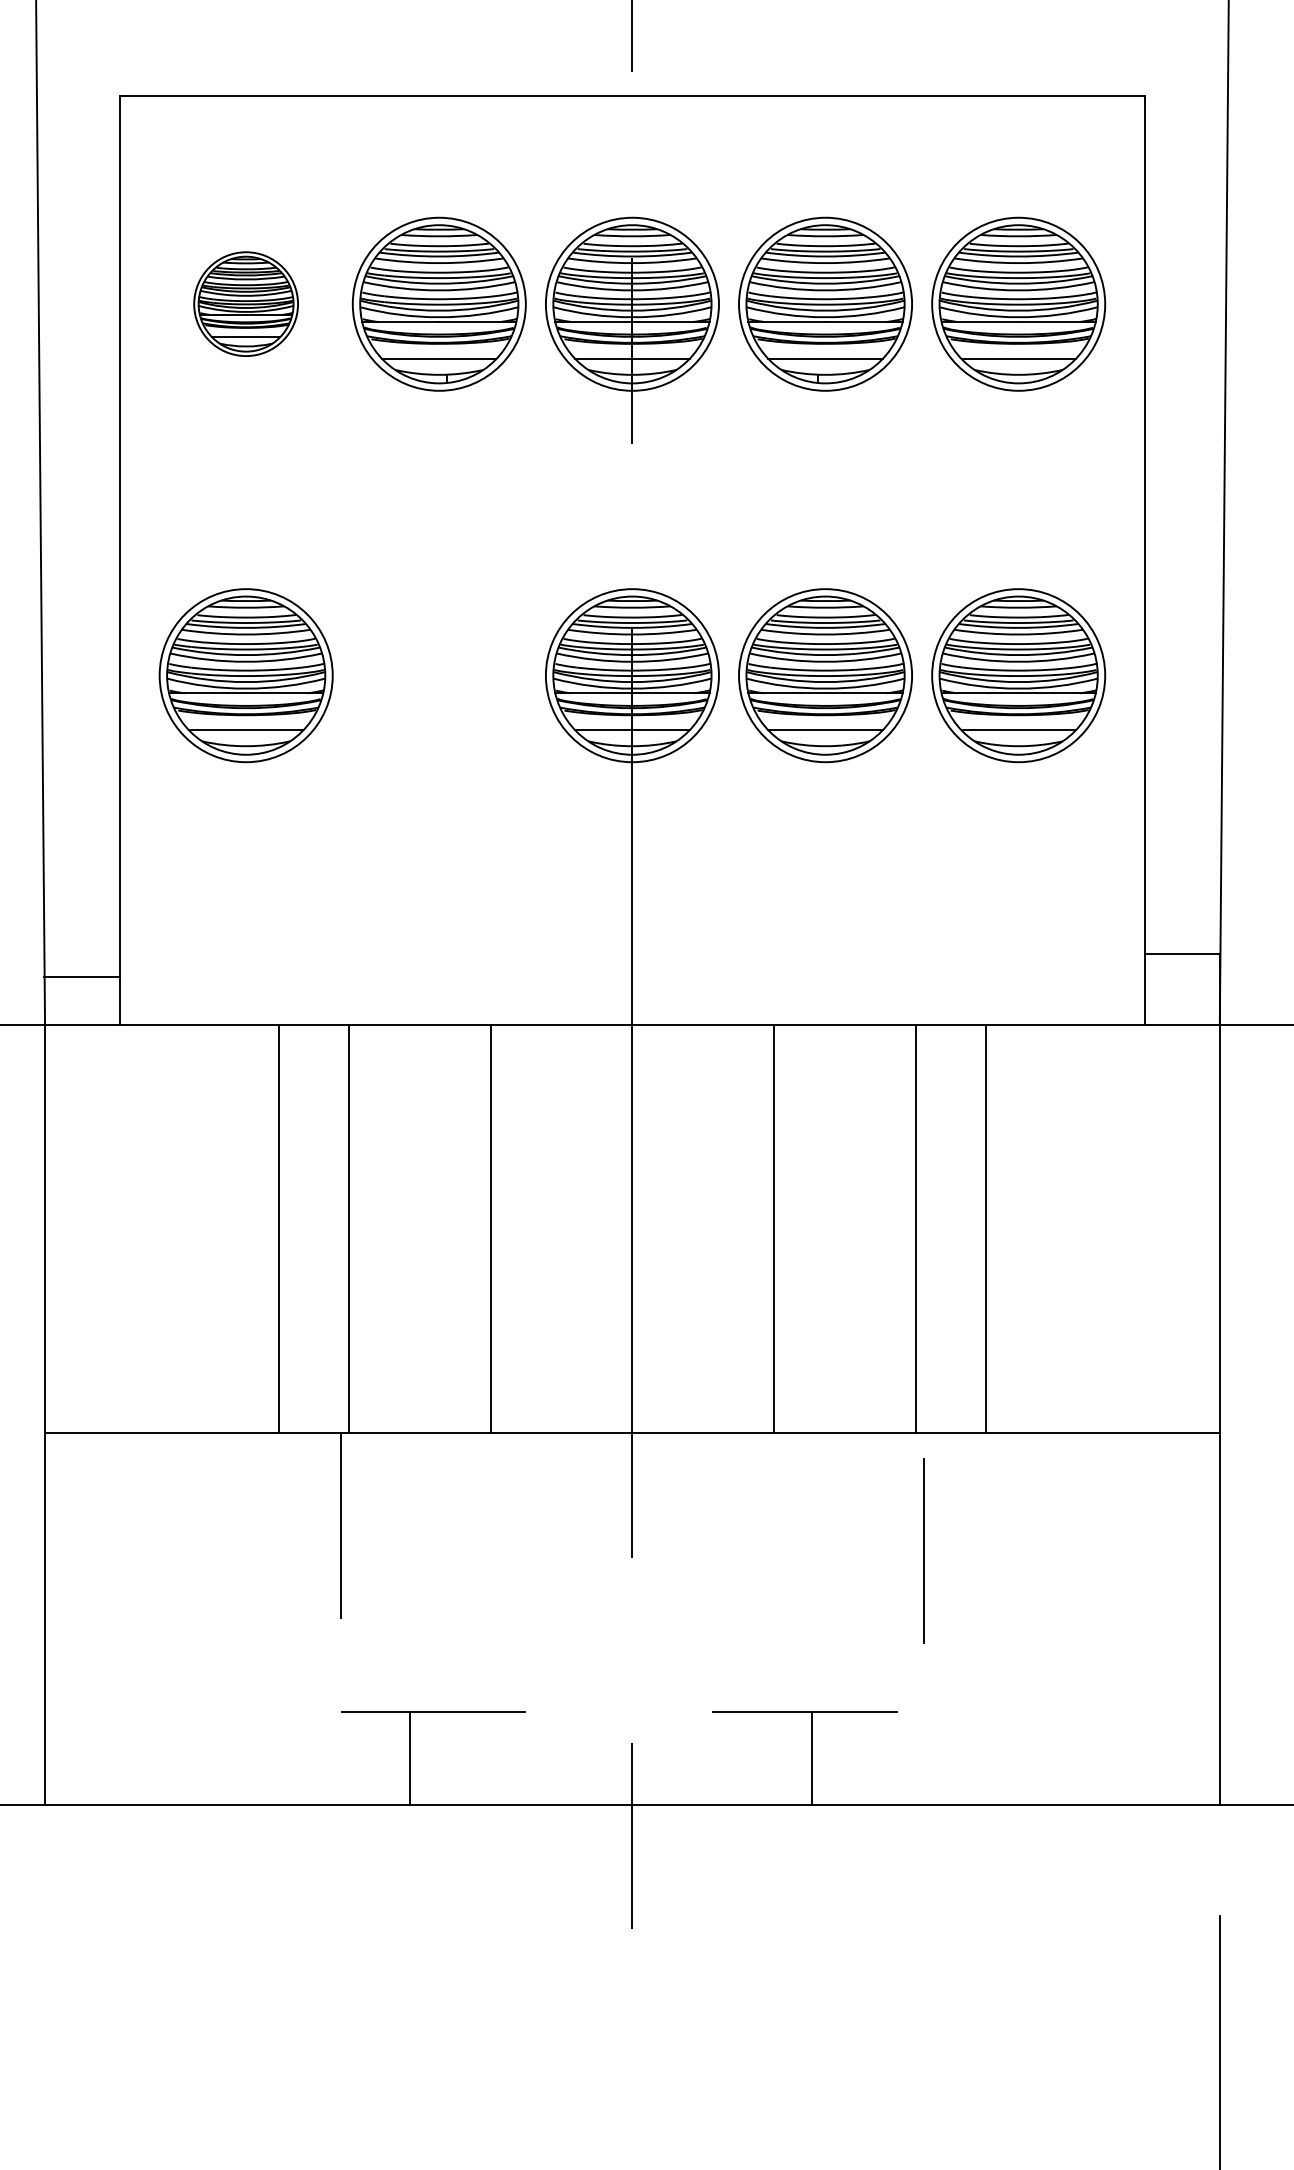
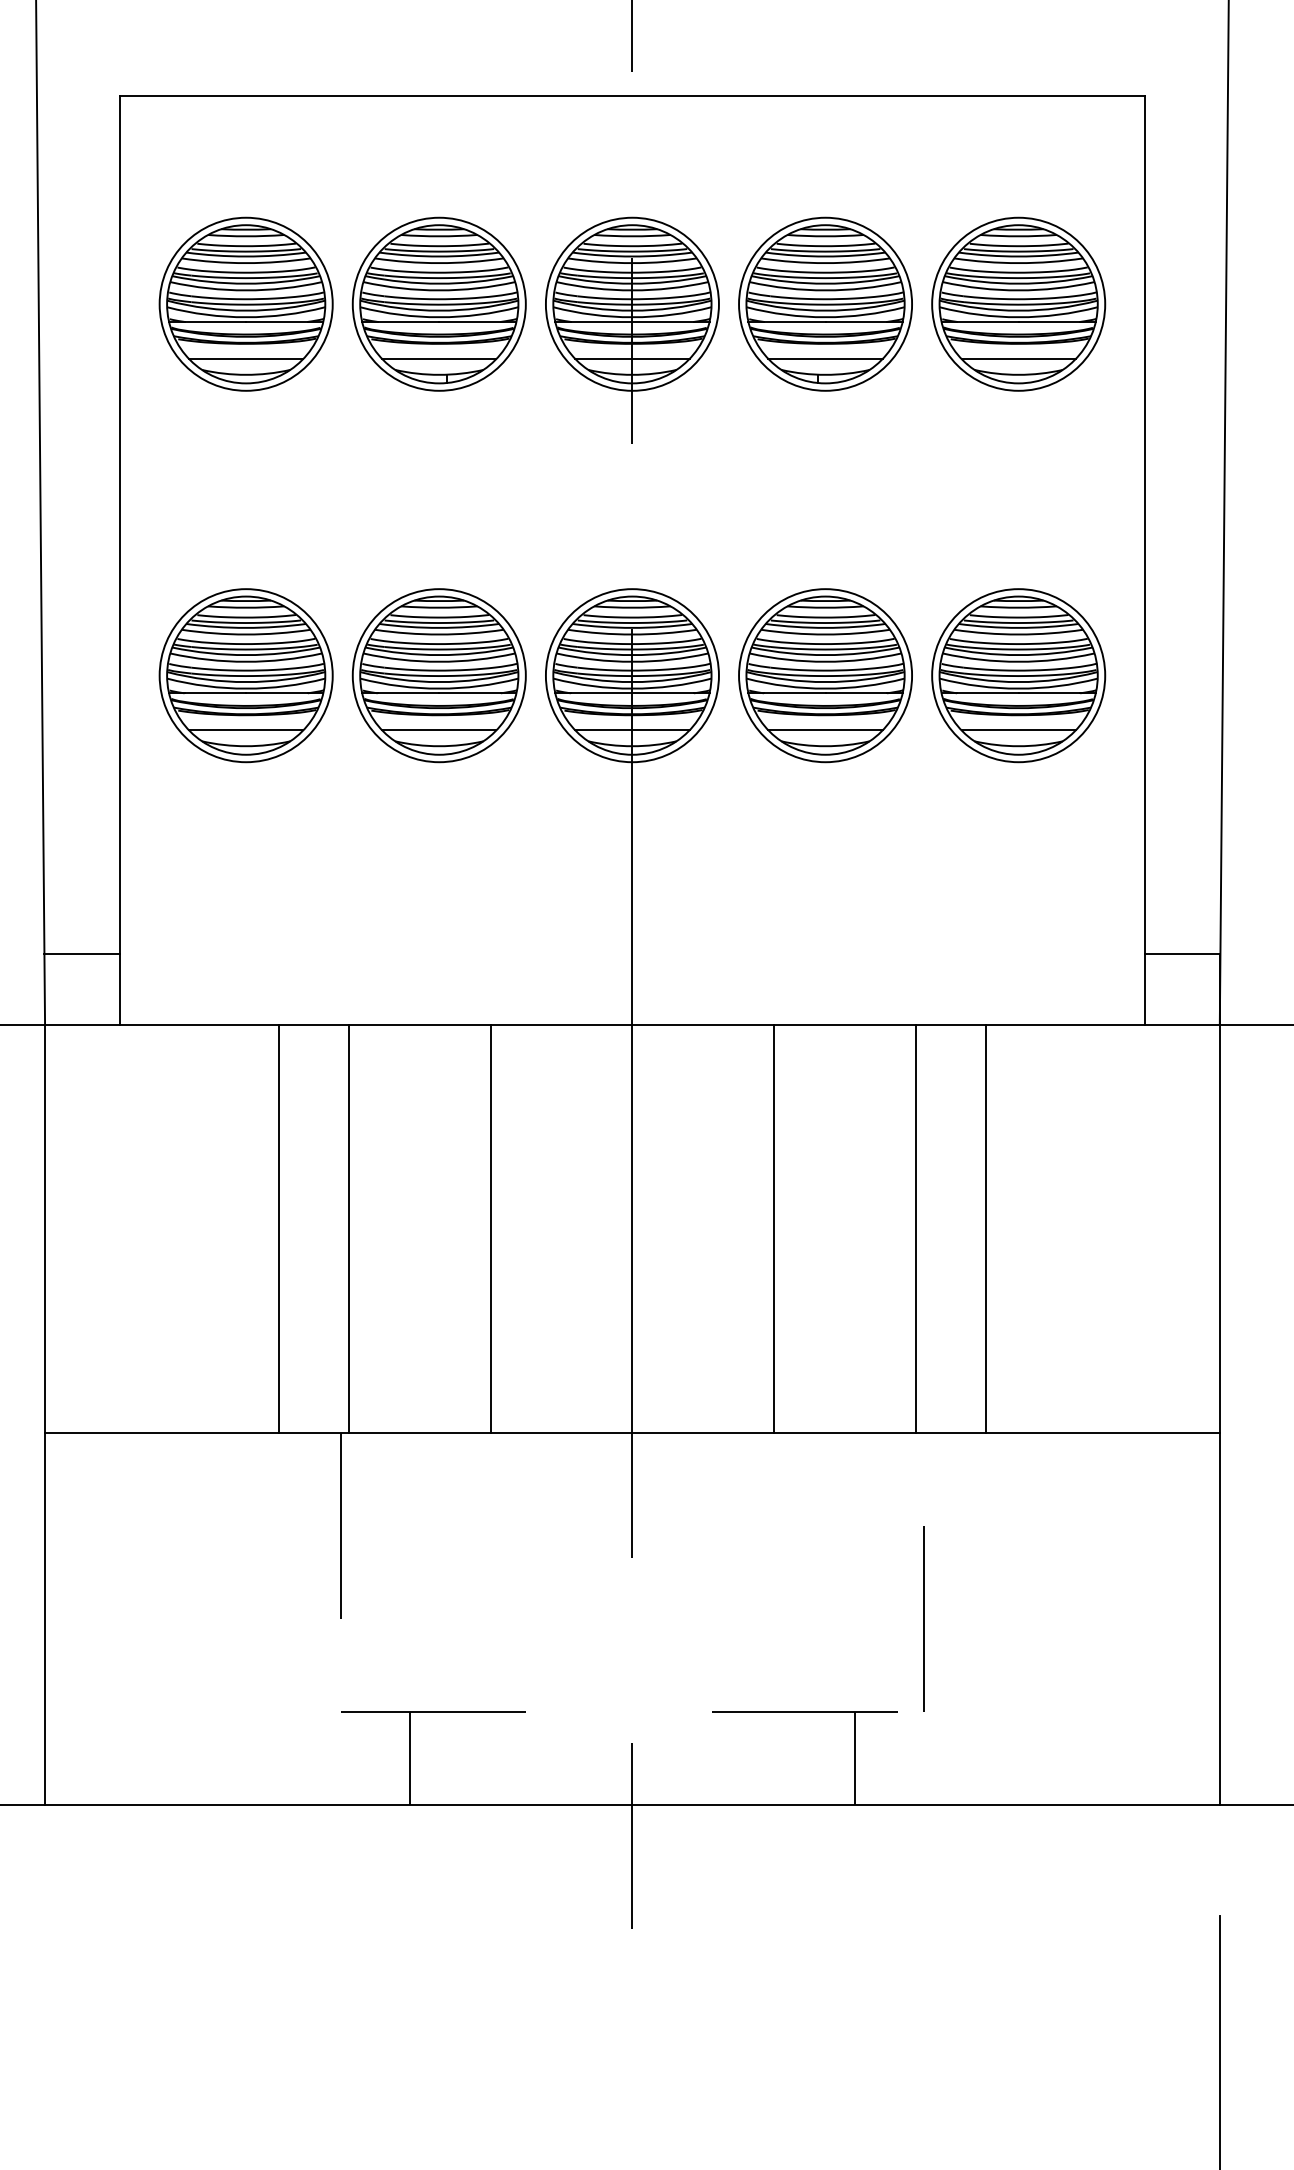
part at (245, 303) size: 106x106 px -> 176x176 px
part at (438, 675): none -> present
line at (81, 977) position: (81, 977) -> (81, 954)
line at (923, 1550) position: (923, 1550) -> (923, 1618)
line at (811, 1757) position: (811, 1757) -> (854, 1757)
